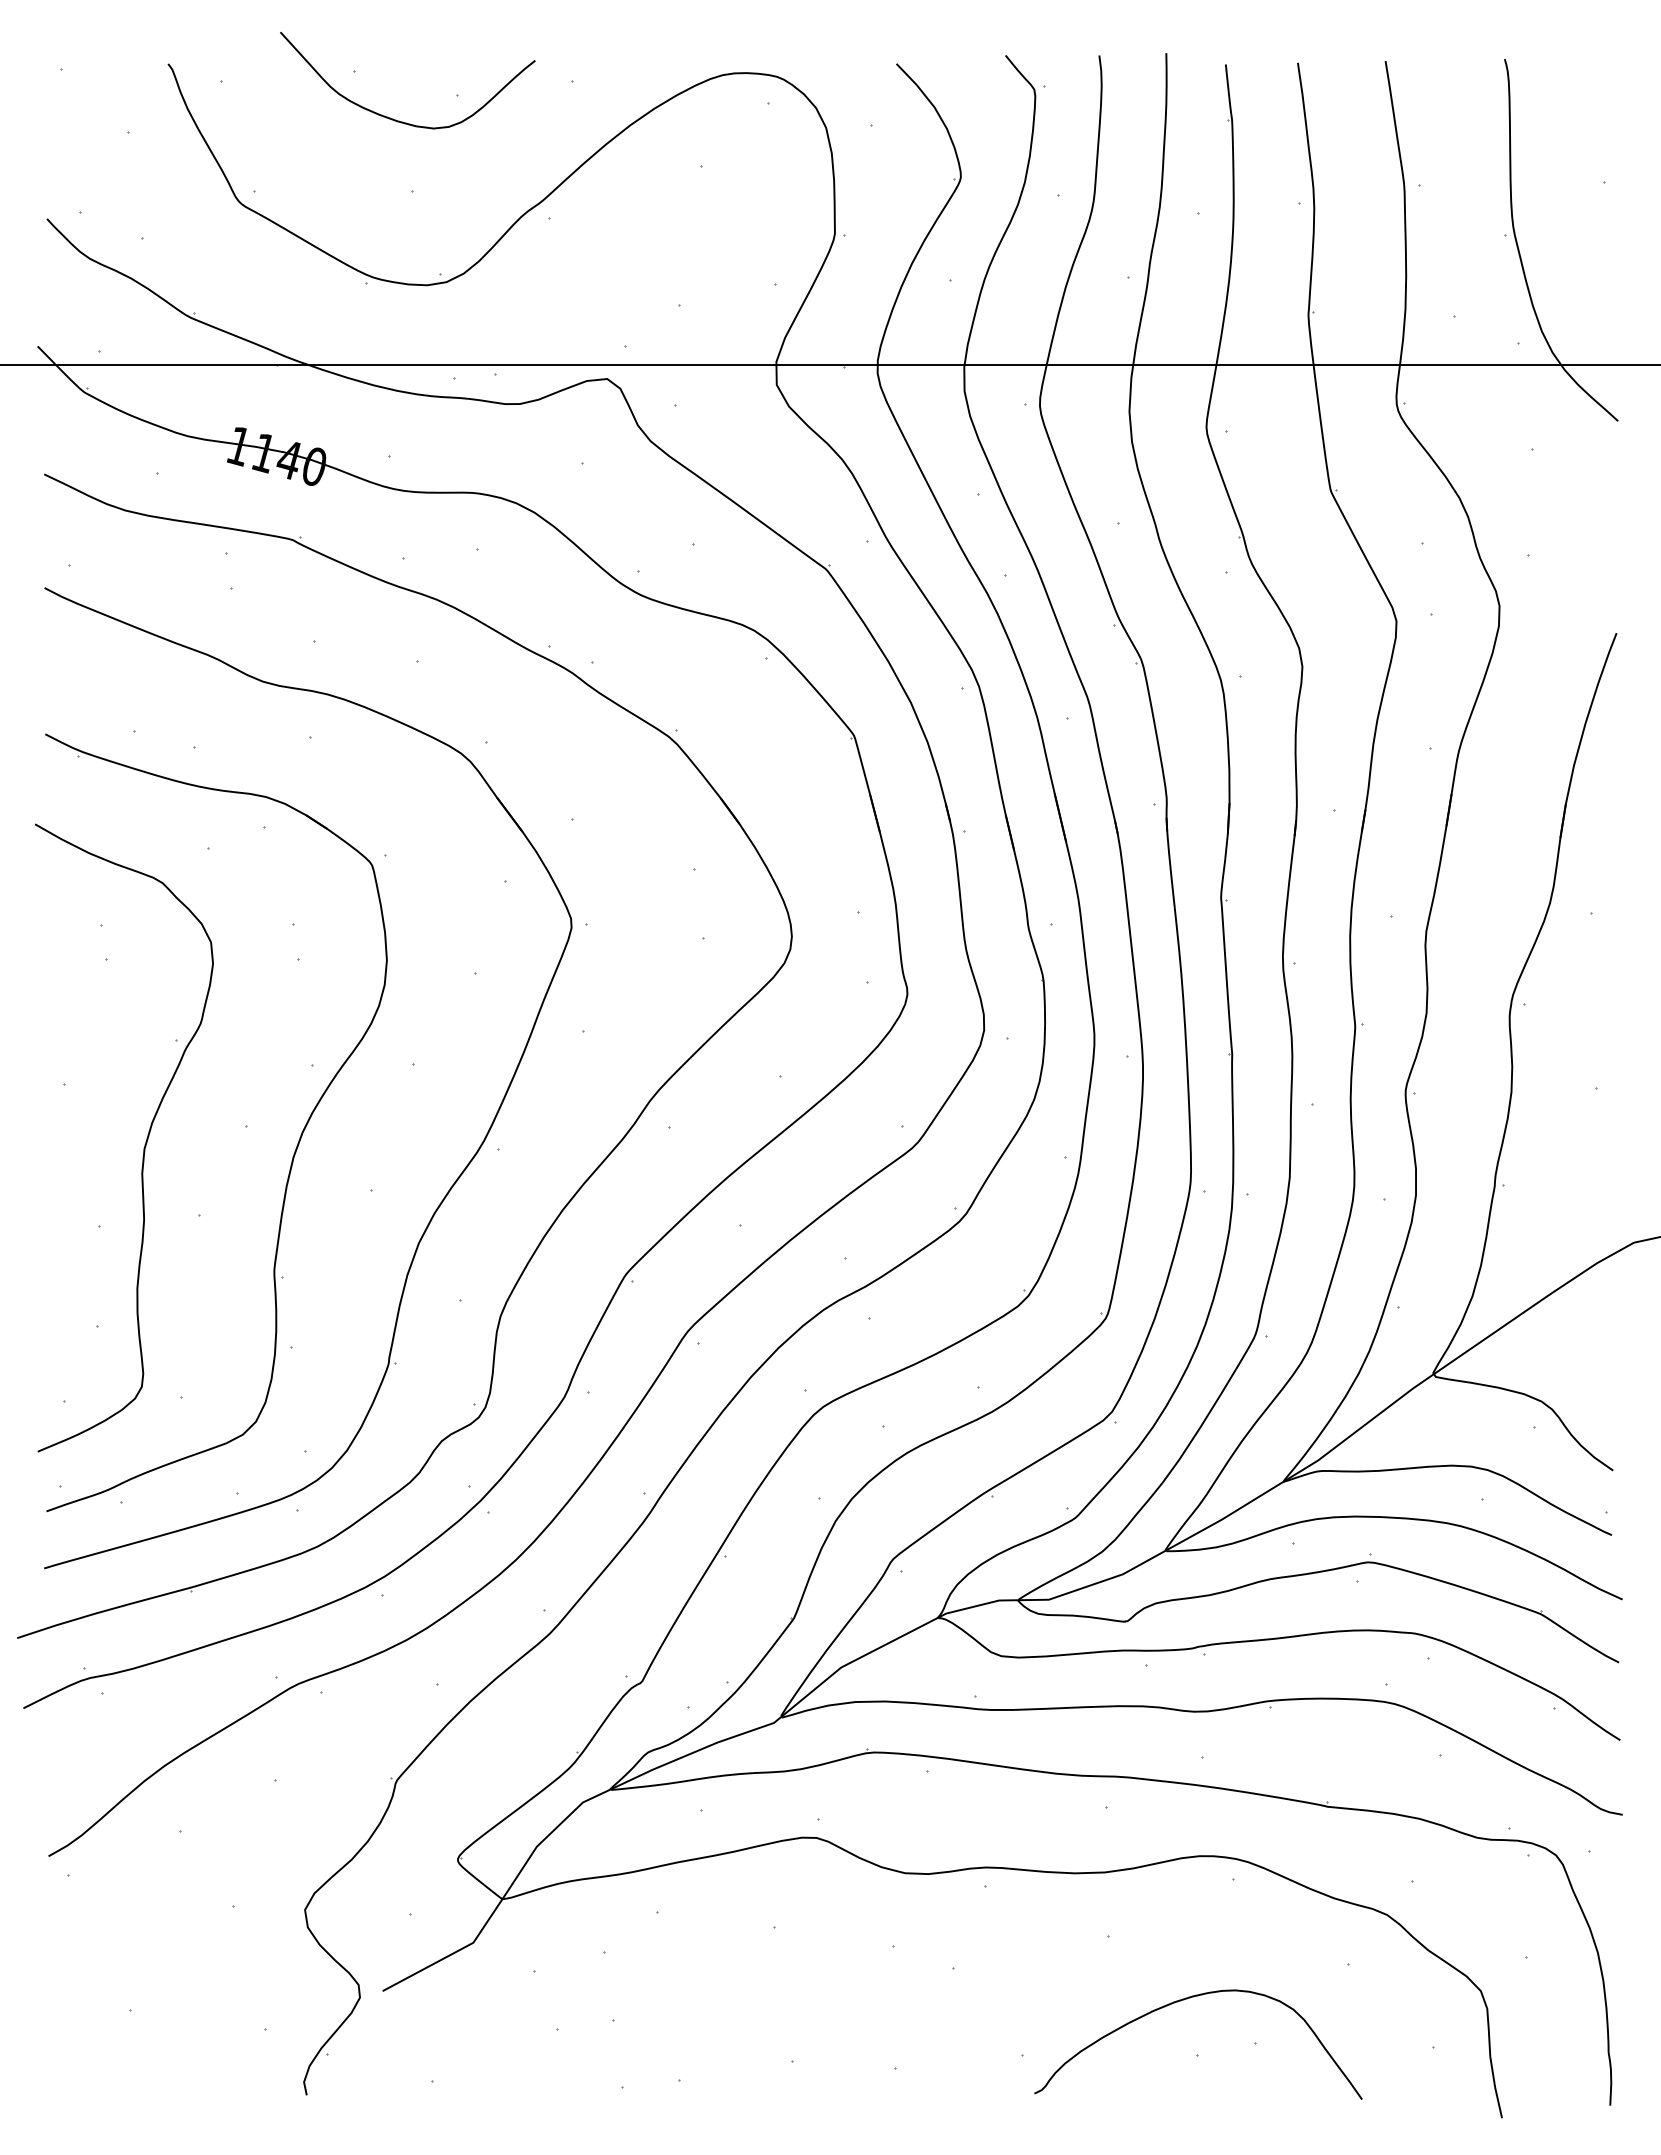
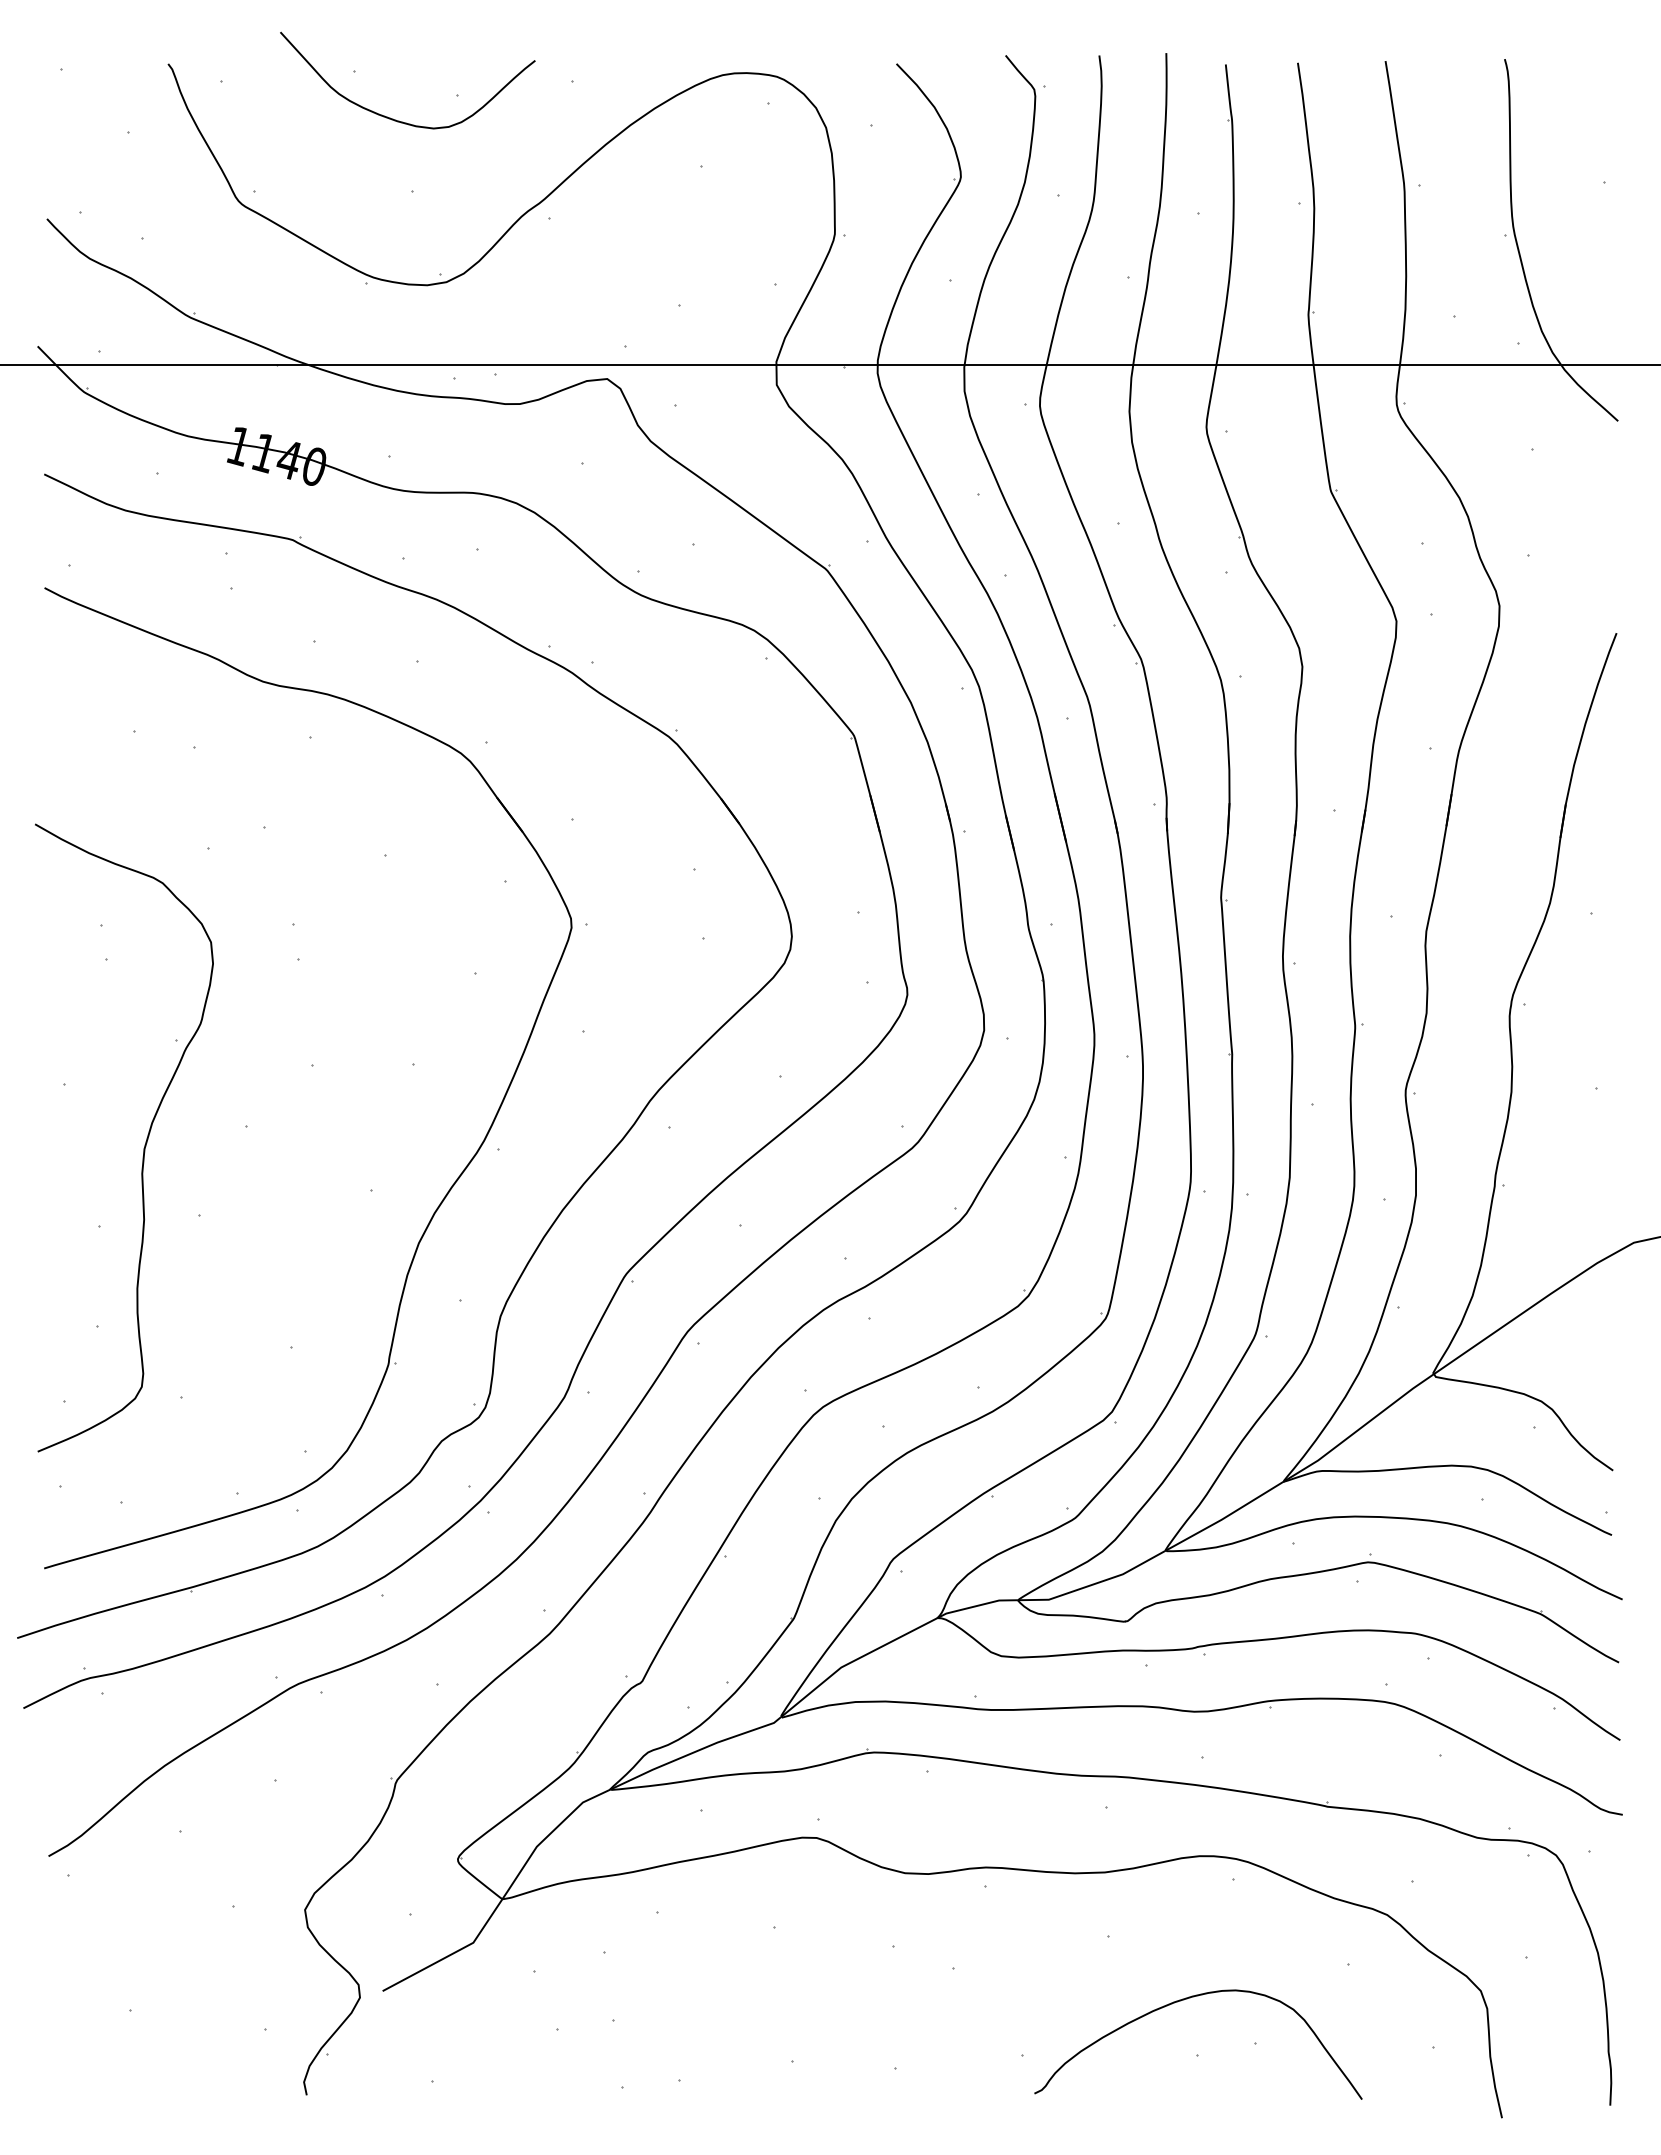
part at (295, 1148): present -> none
